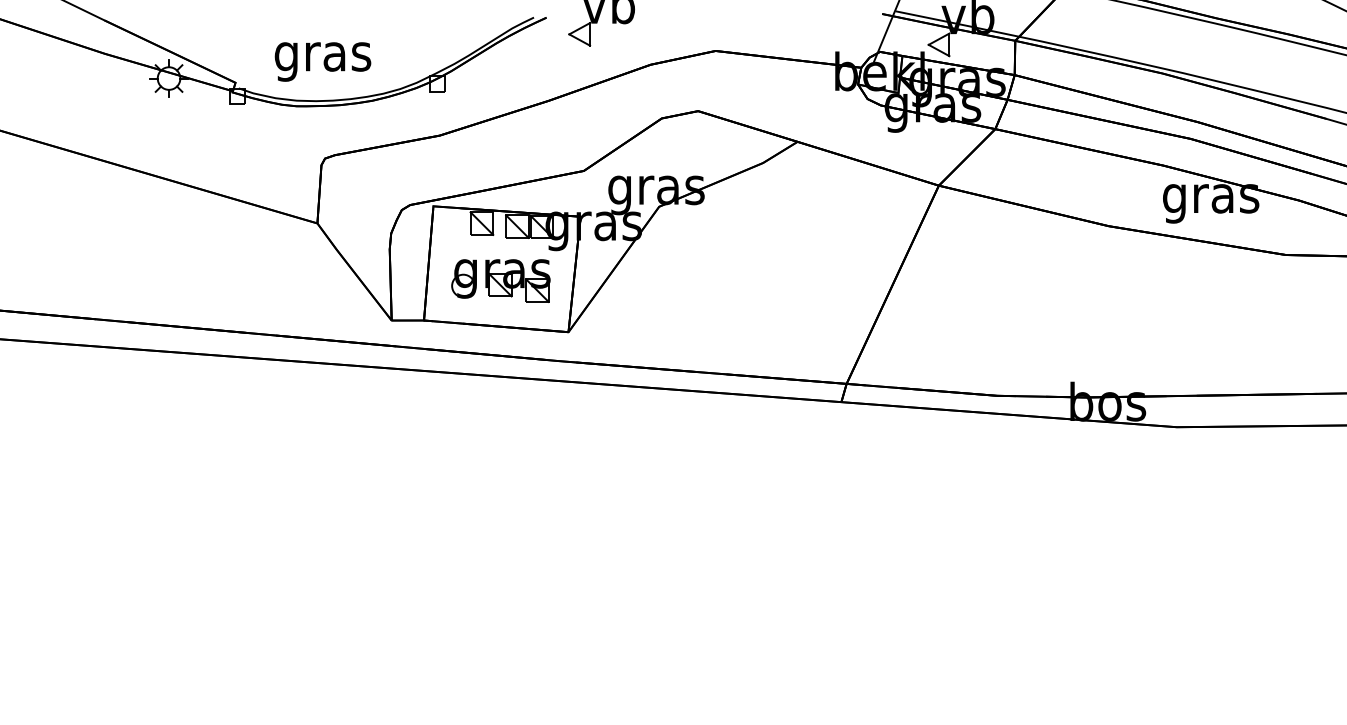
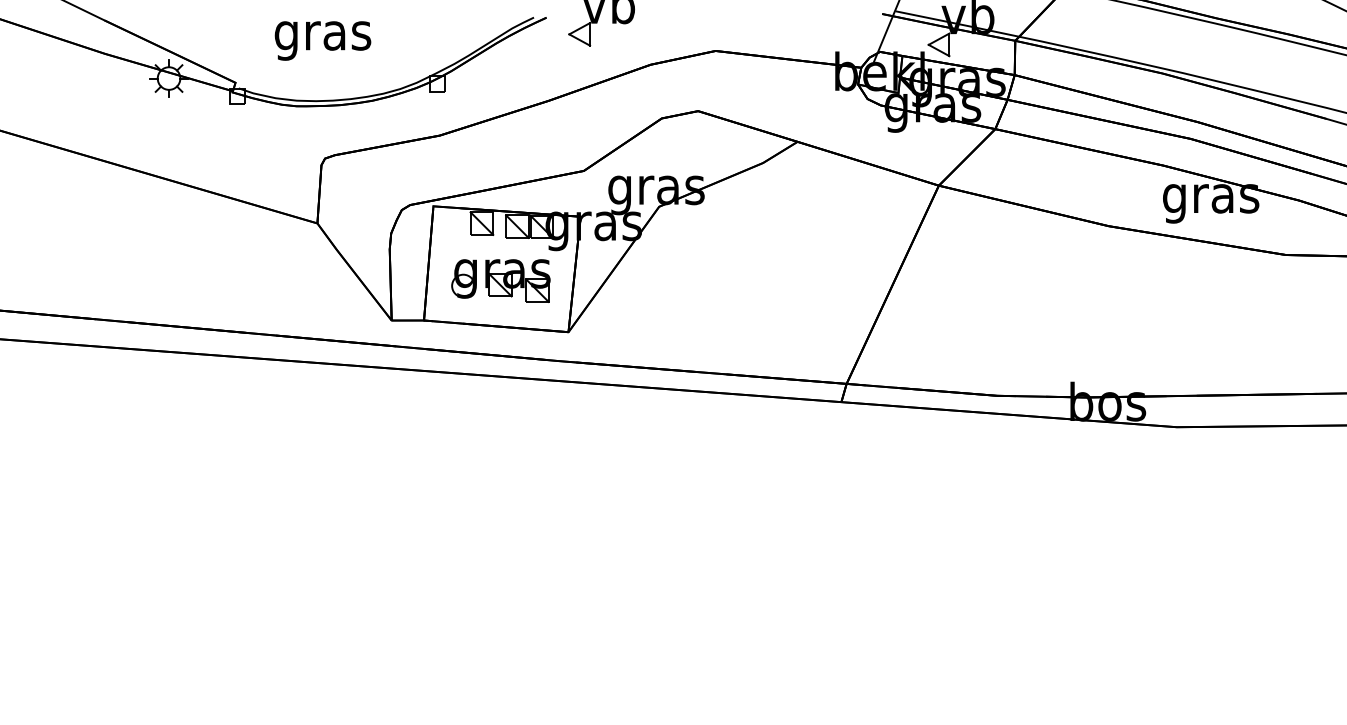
text at (322, 61) position: (322, 61) -> (322, 40)
